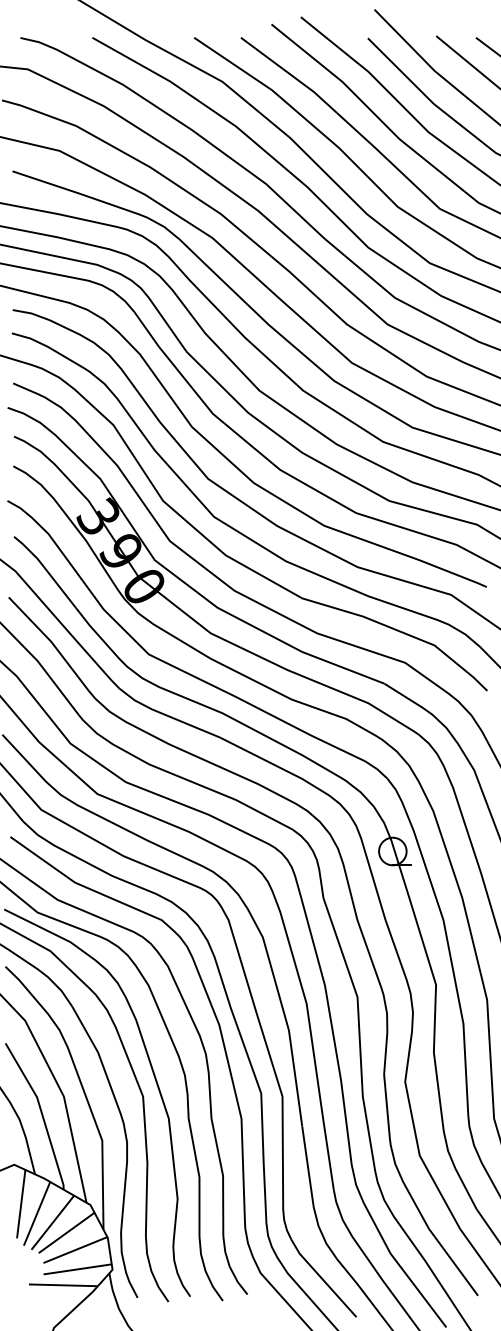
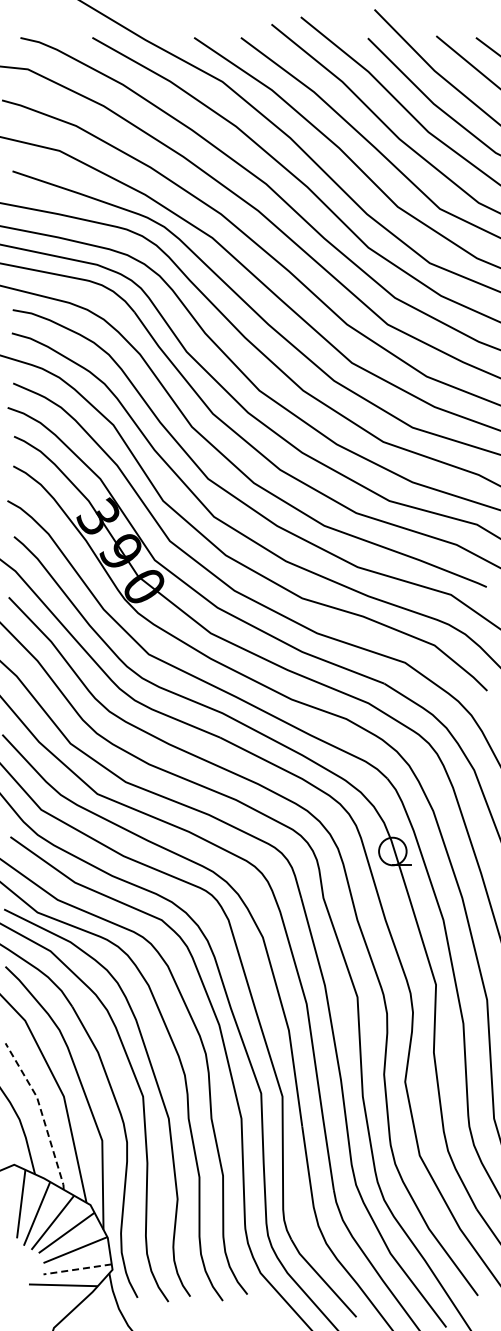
line at (41, 1113): solid -> dashed
line at (77, 1269): solid -> dashed
